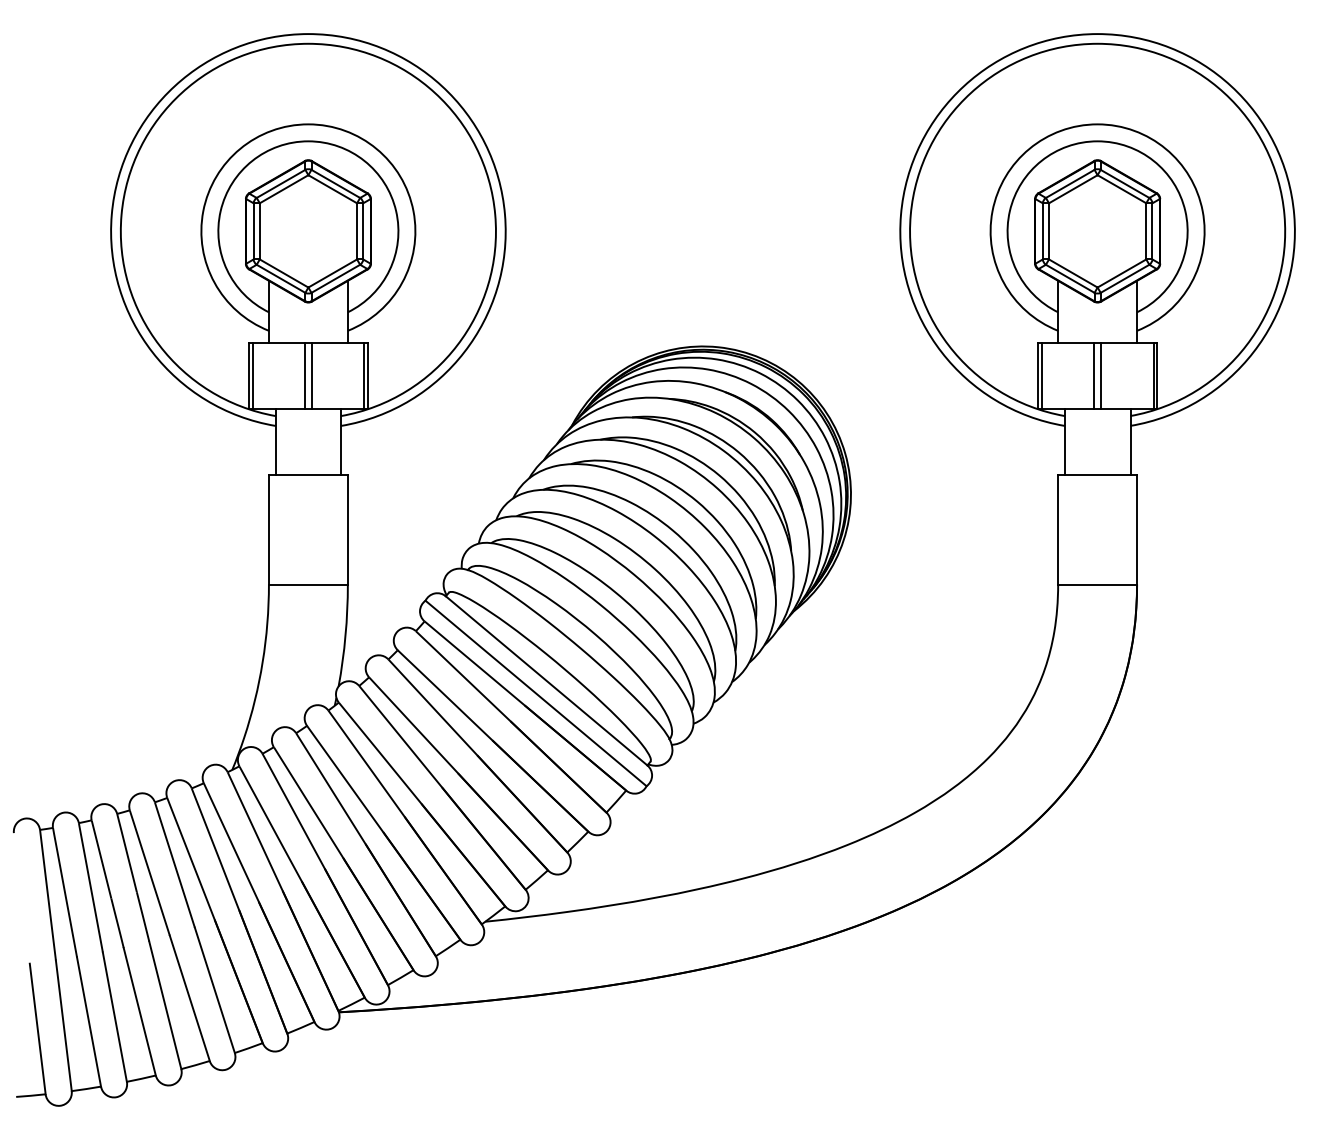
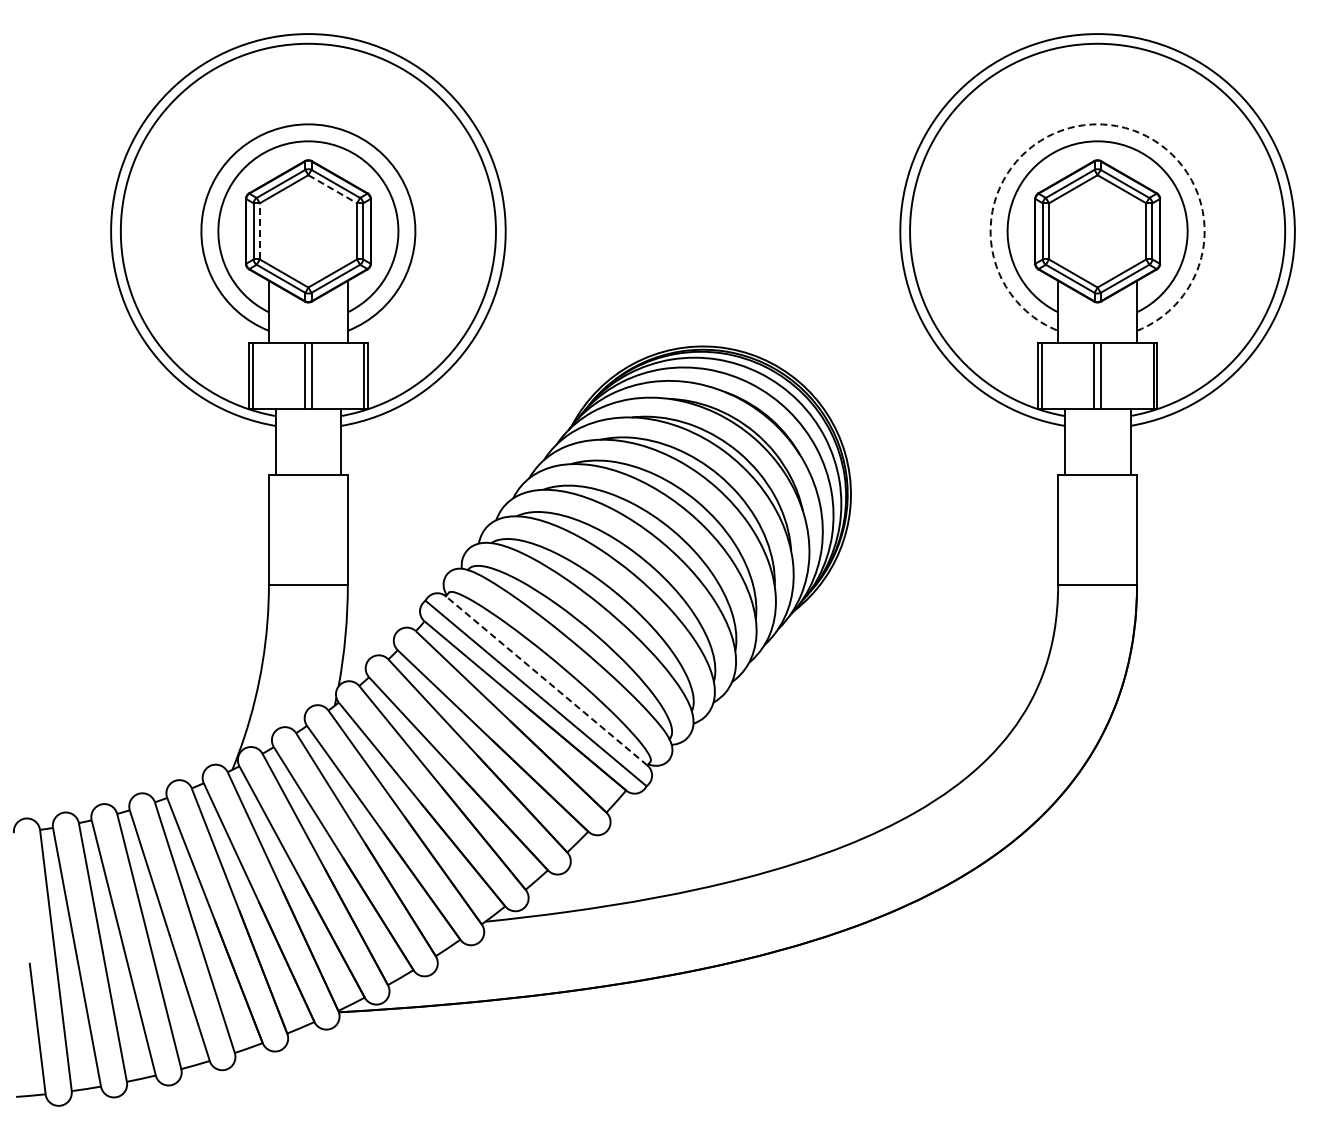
arc at (1097, 124): solid -> dashed
line at (333, 189): solid -> dashed
line at (259, 230): solid -> dashed
line at (546, 680): solid -> dashed
